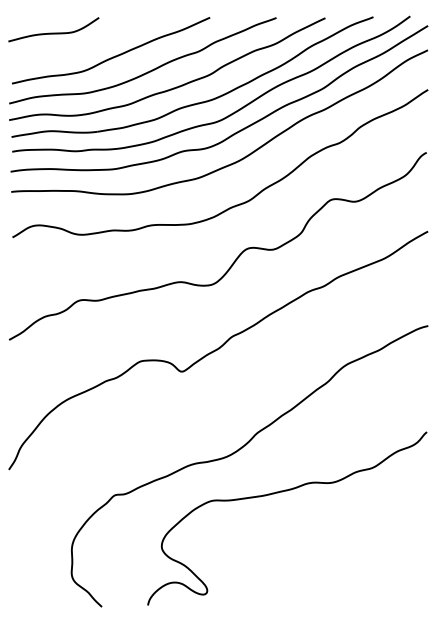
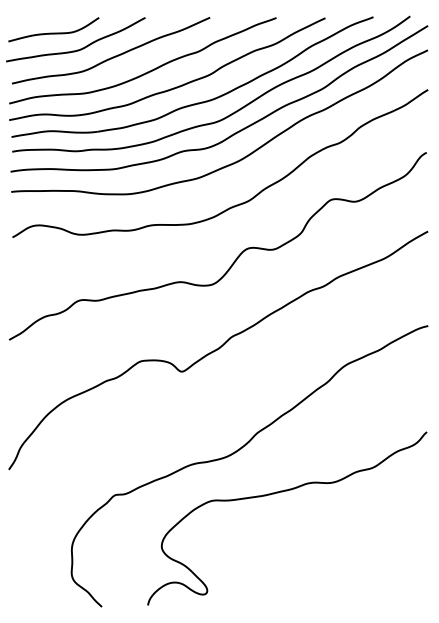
curve at (77, 49): none -> present
